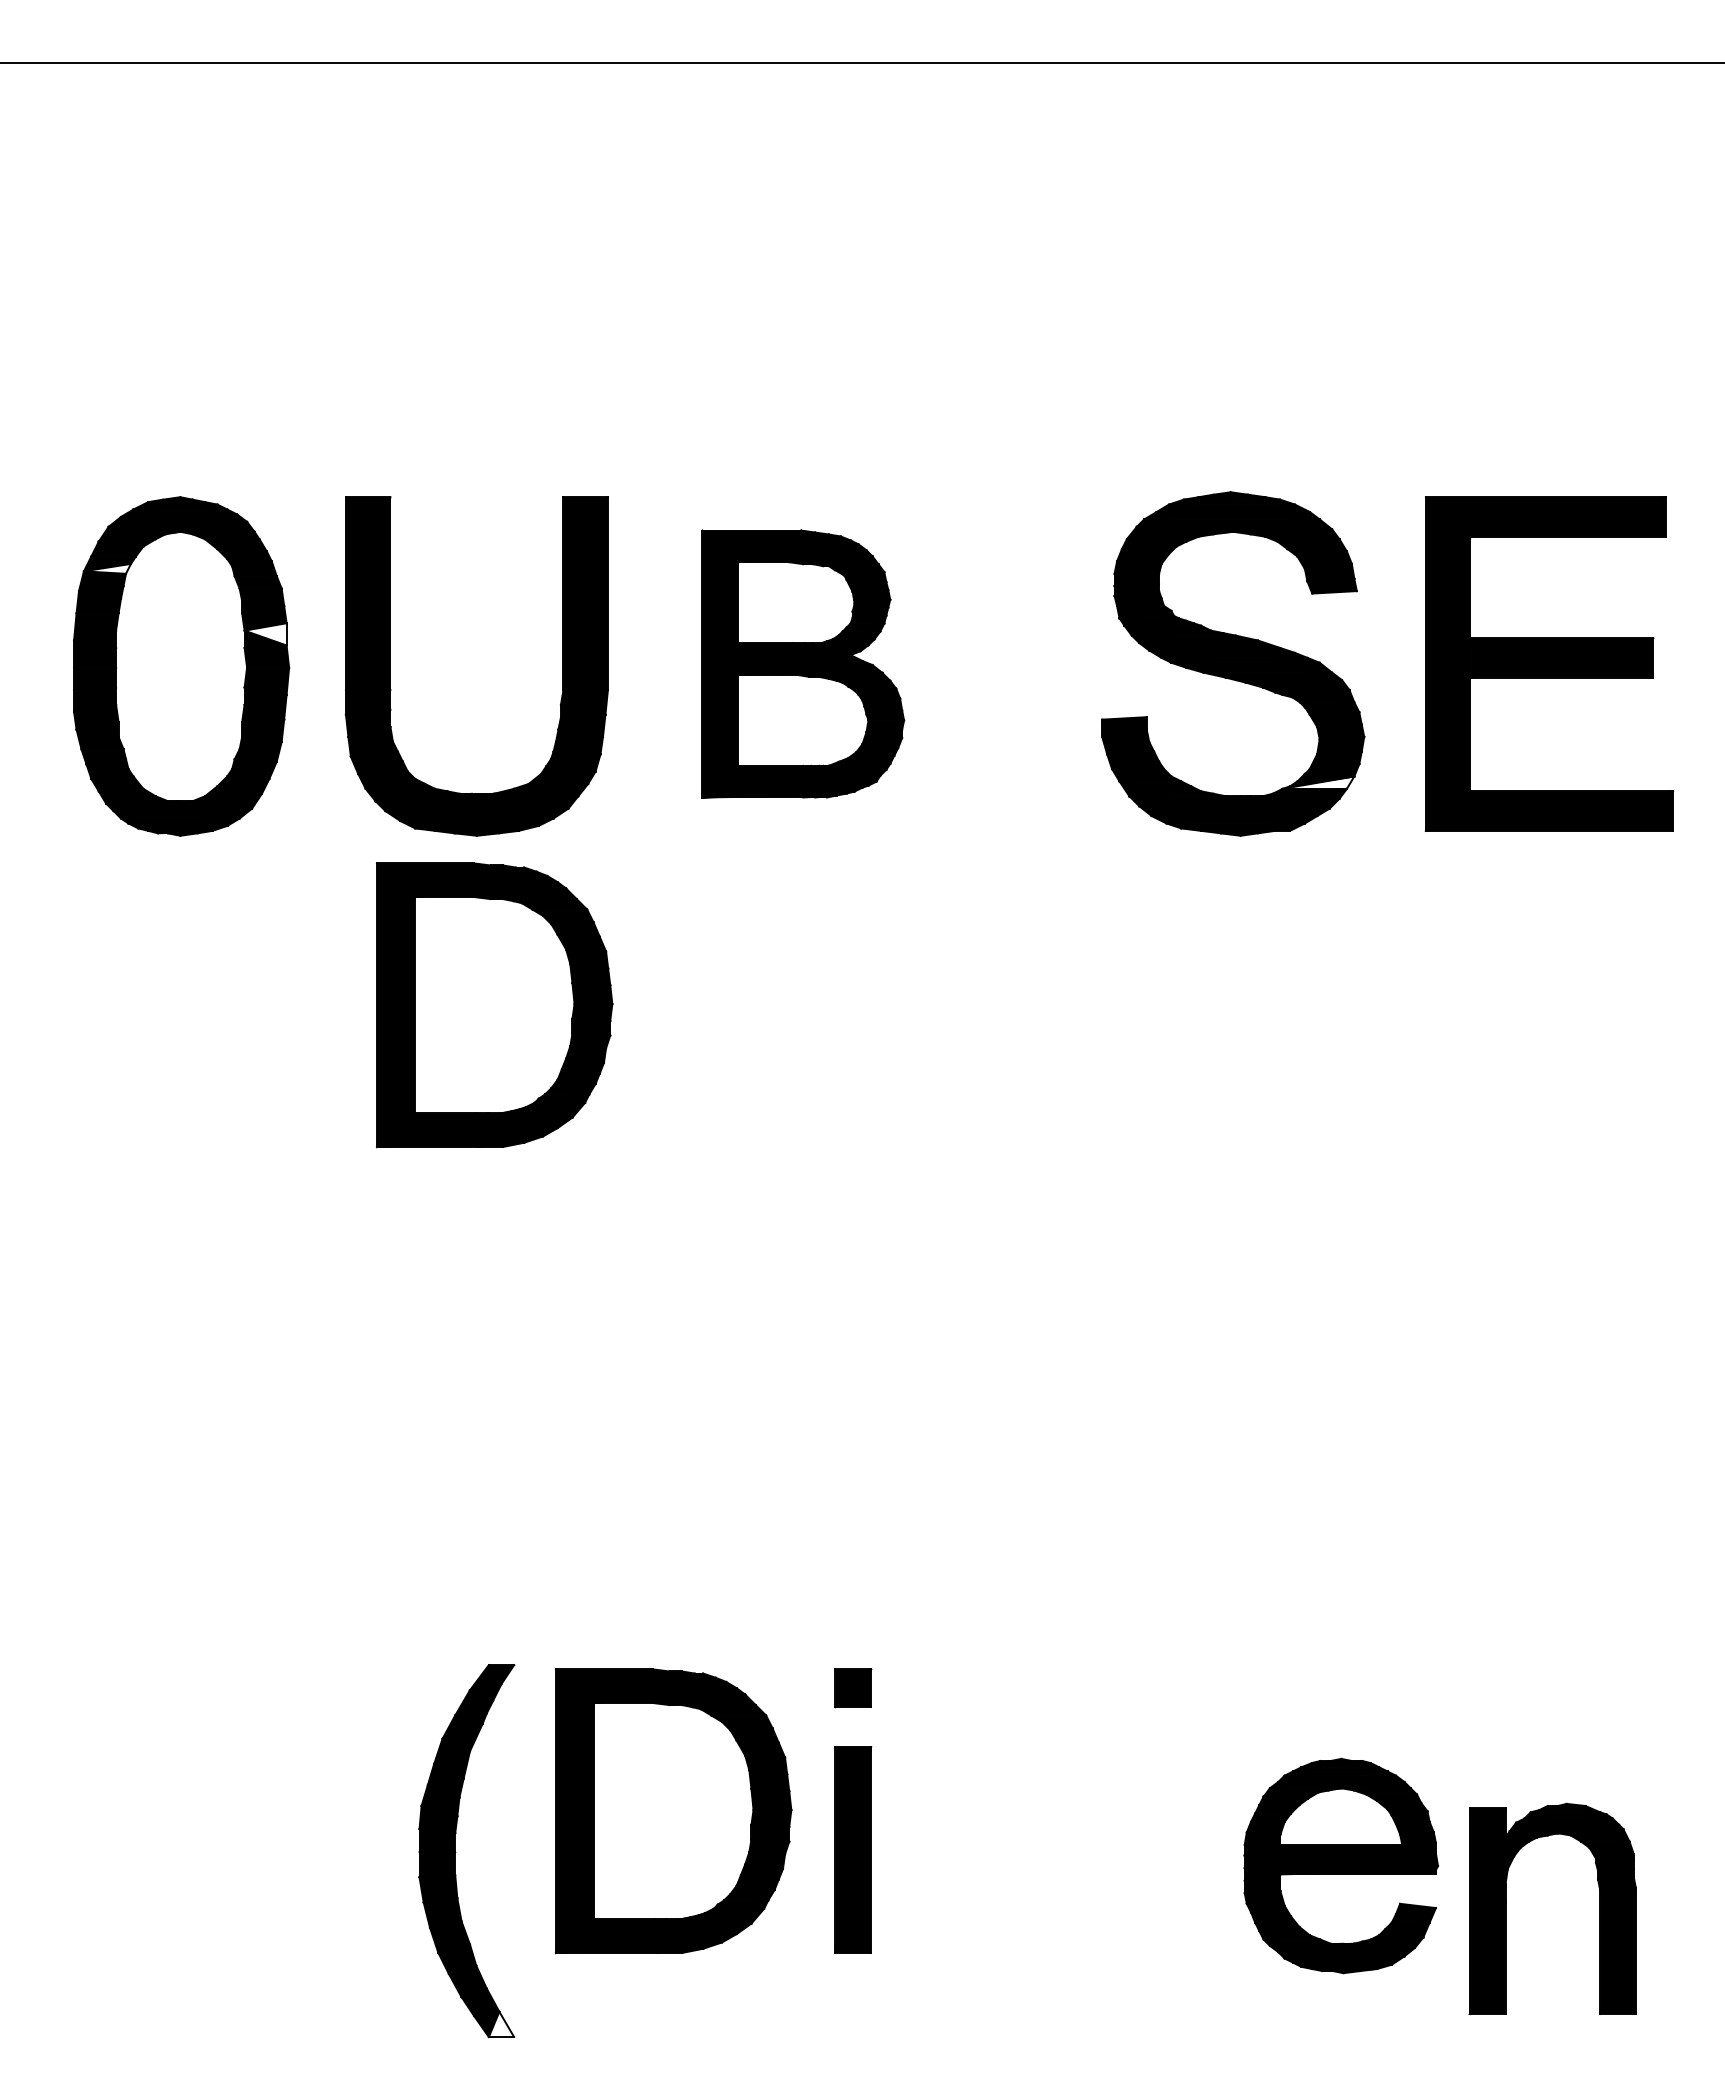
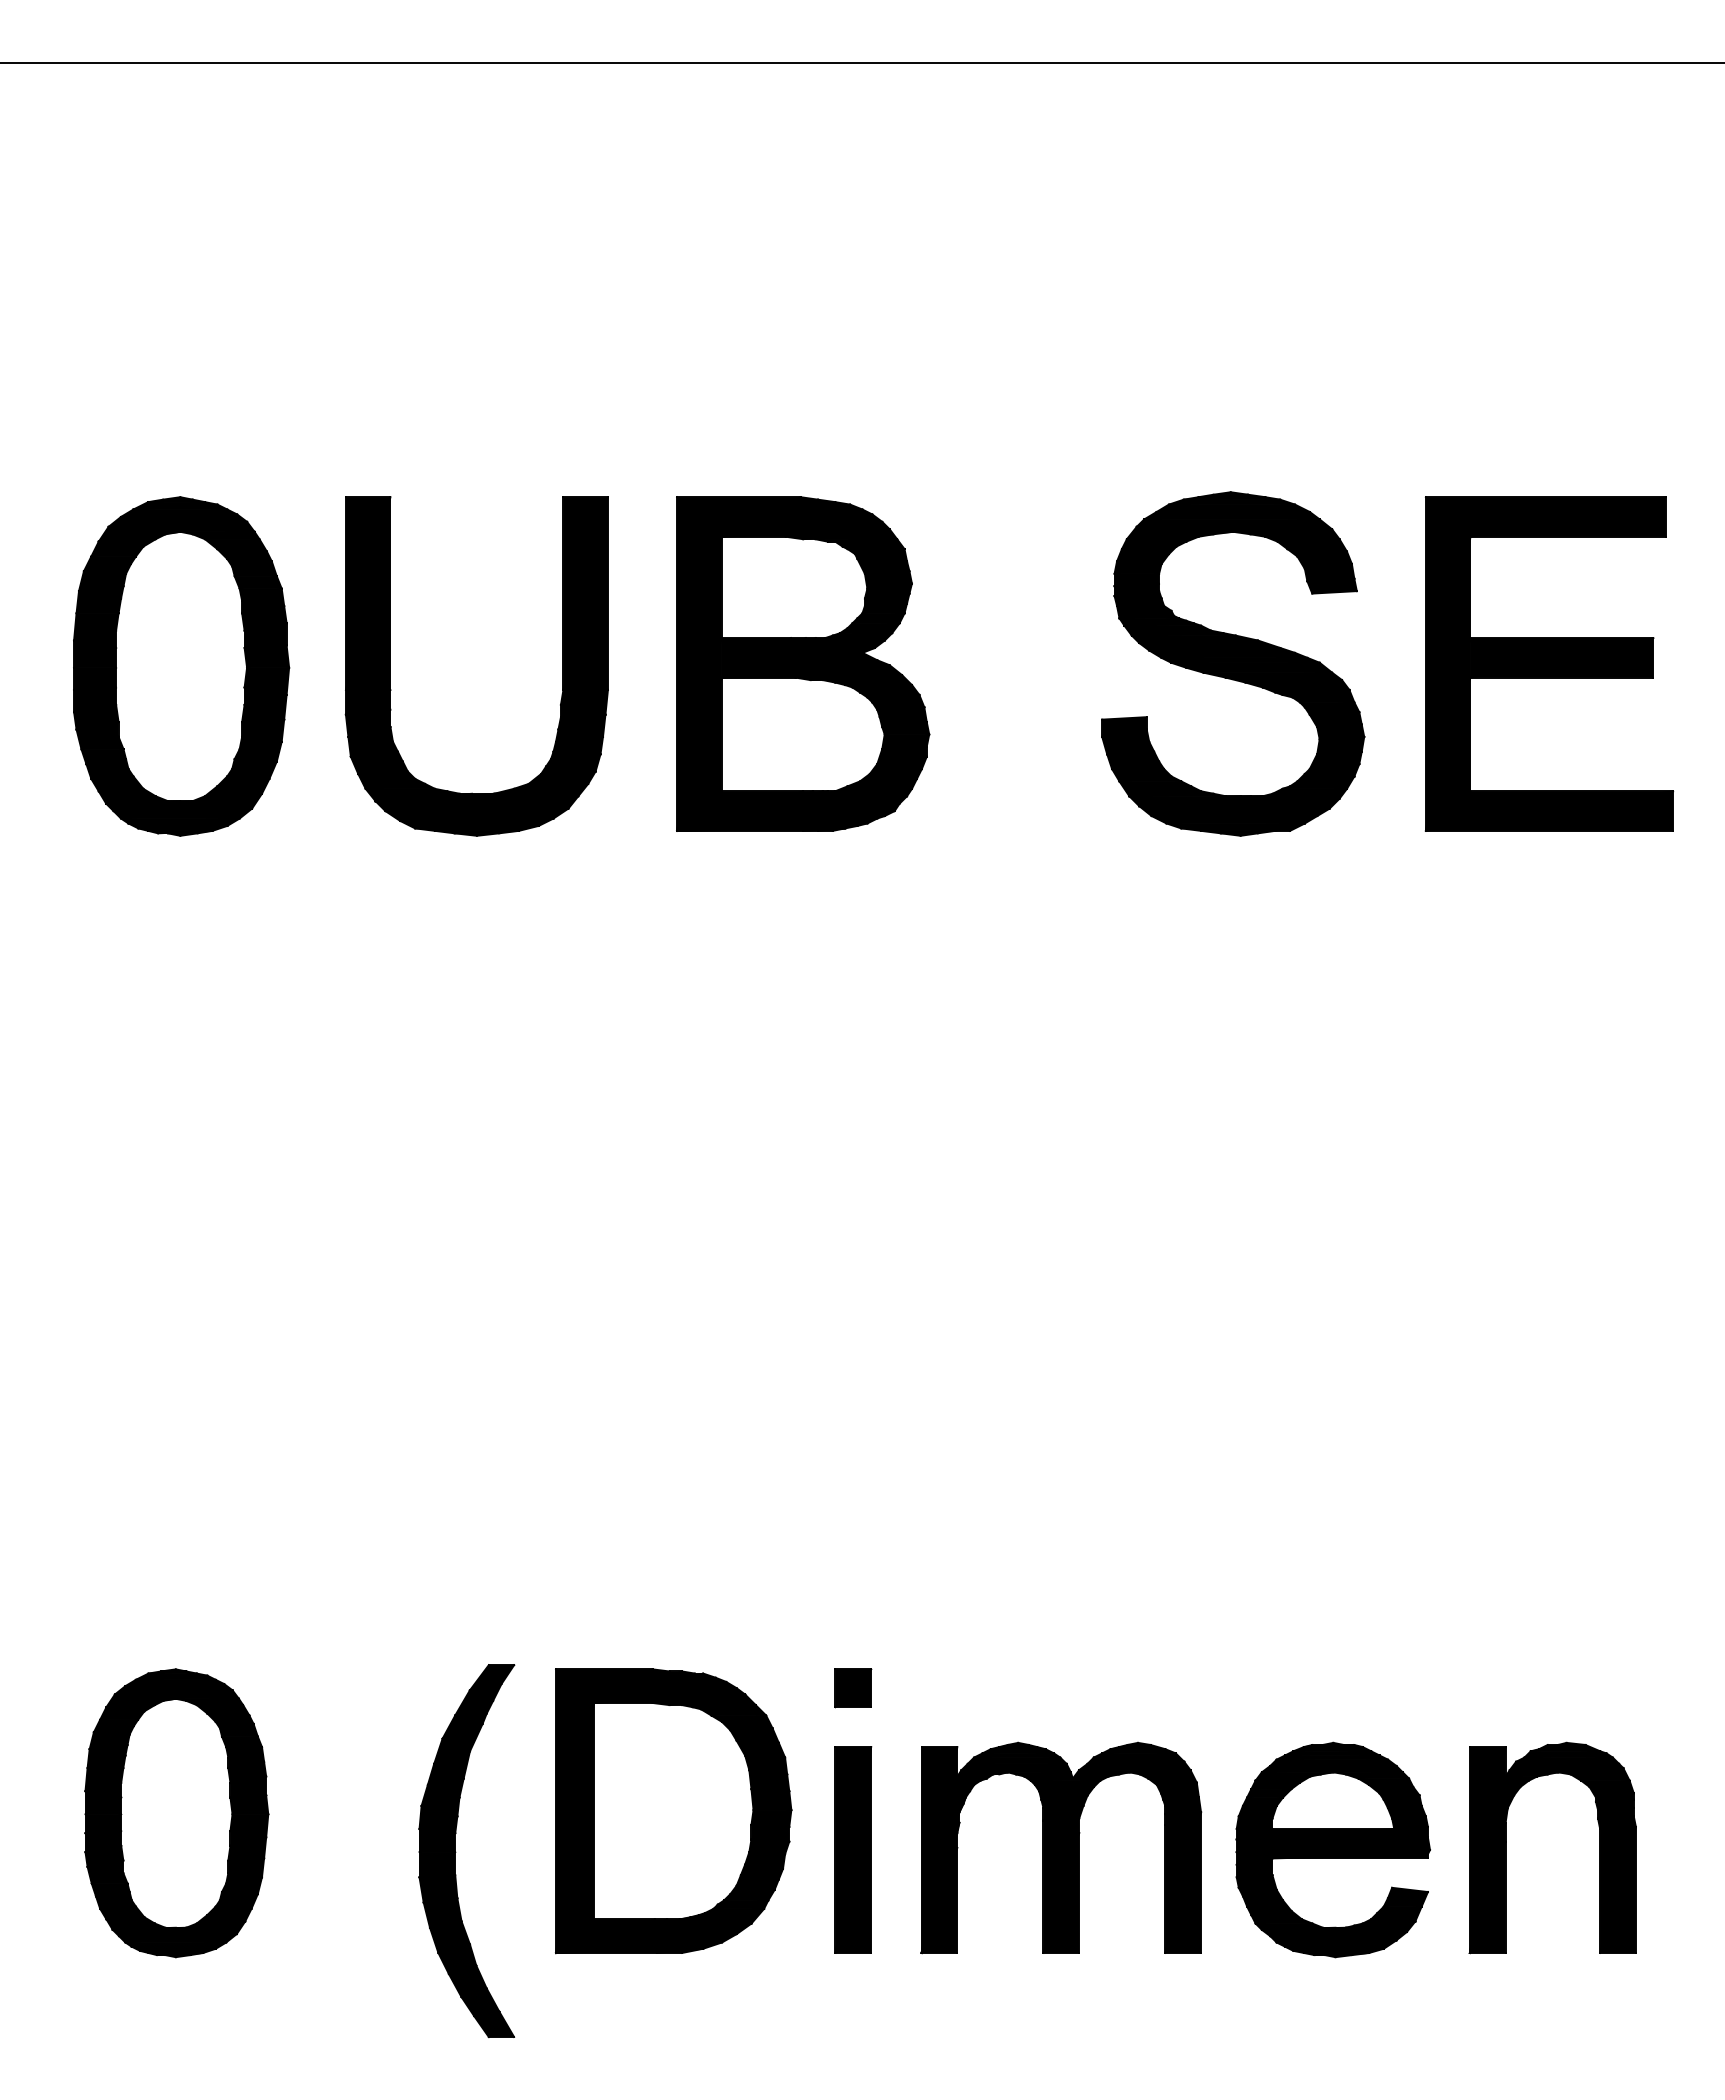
fill at (106, 568): none -> present
fill at (265, 634): none -> present
part at (803, 663) size: 205x270 px -> 255x336 px
fill at (1318, 782): none -> present
part at (494, 1005): present -> none
part at (176, 1813): none -> present
part at (1061, 1847): none -> present
part at (1340, 1865) position: (1340, 1865) -> (1332, 1849)
part at (1506, 1908) position: (1506, 1908) -> (1506, 1847)
fill at (501, 2024): none -> present
